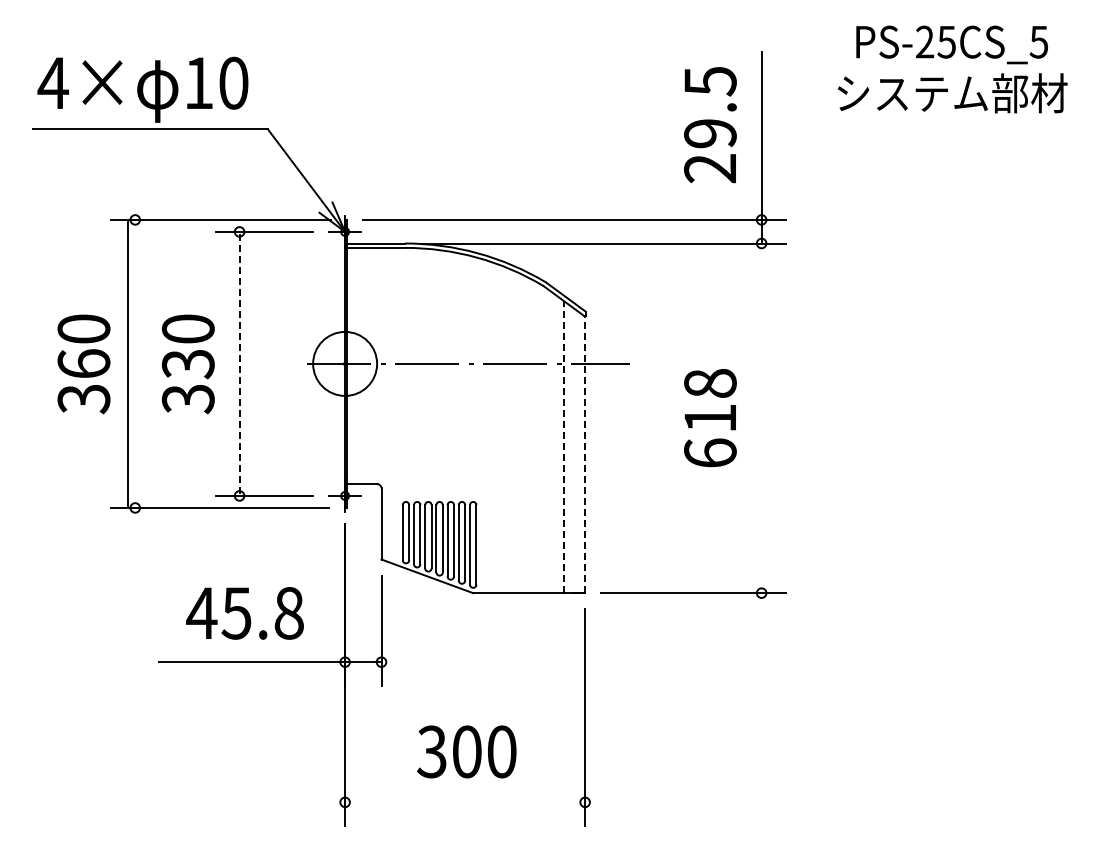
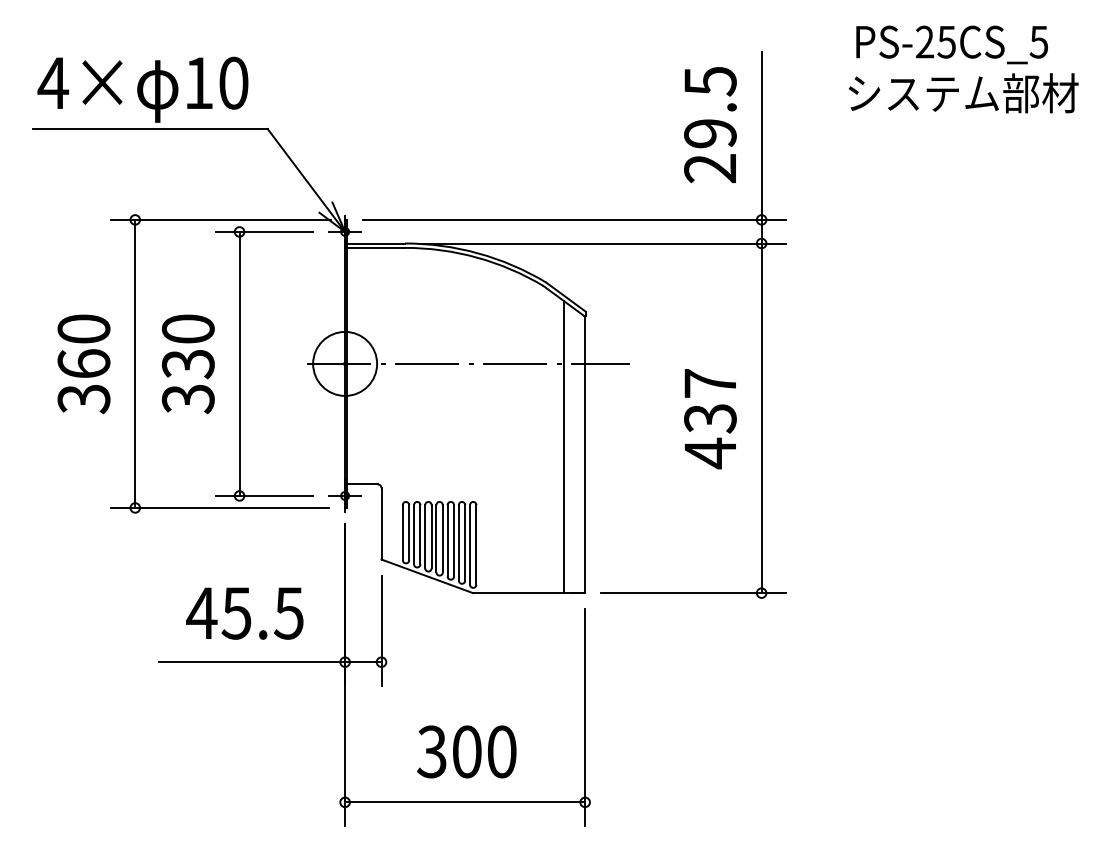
text at (952, 93) position: (952, 93) -> (963, 93)
line at (128, 363) position: (128, 363) -> (135, 363)
line at (239, 364): dashed -> solid
text at (710, 418): 618 -> 437
line at (761, 418): none -> present
line at (563, 446): dashed -> solid
line at (585, 454): dashed -> solid
text at (288, 613): 45.8 -> 45.5
line at (464, 802): none -> present
